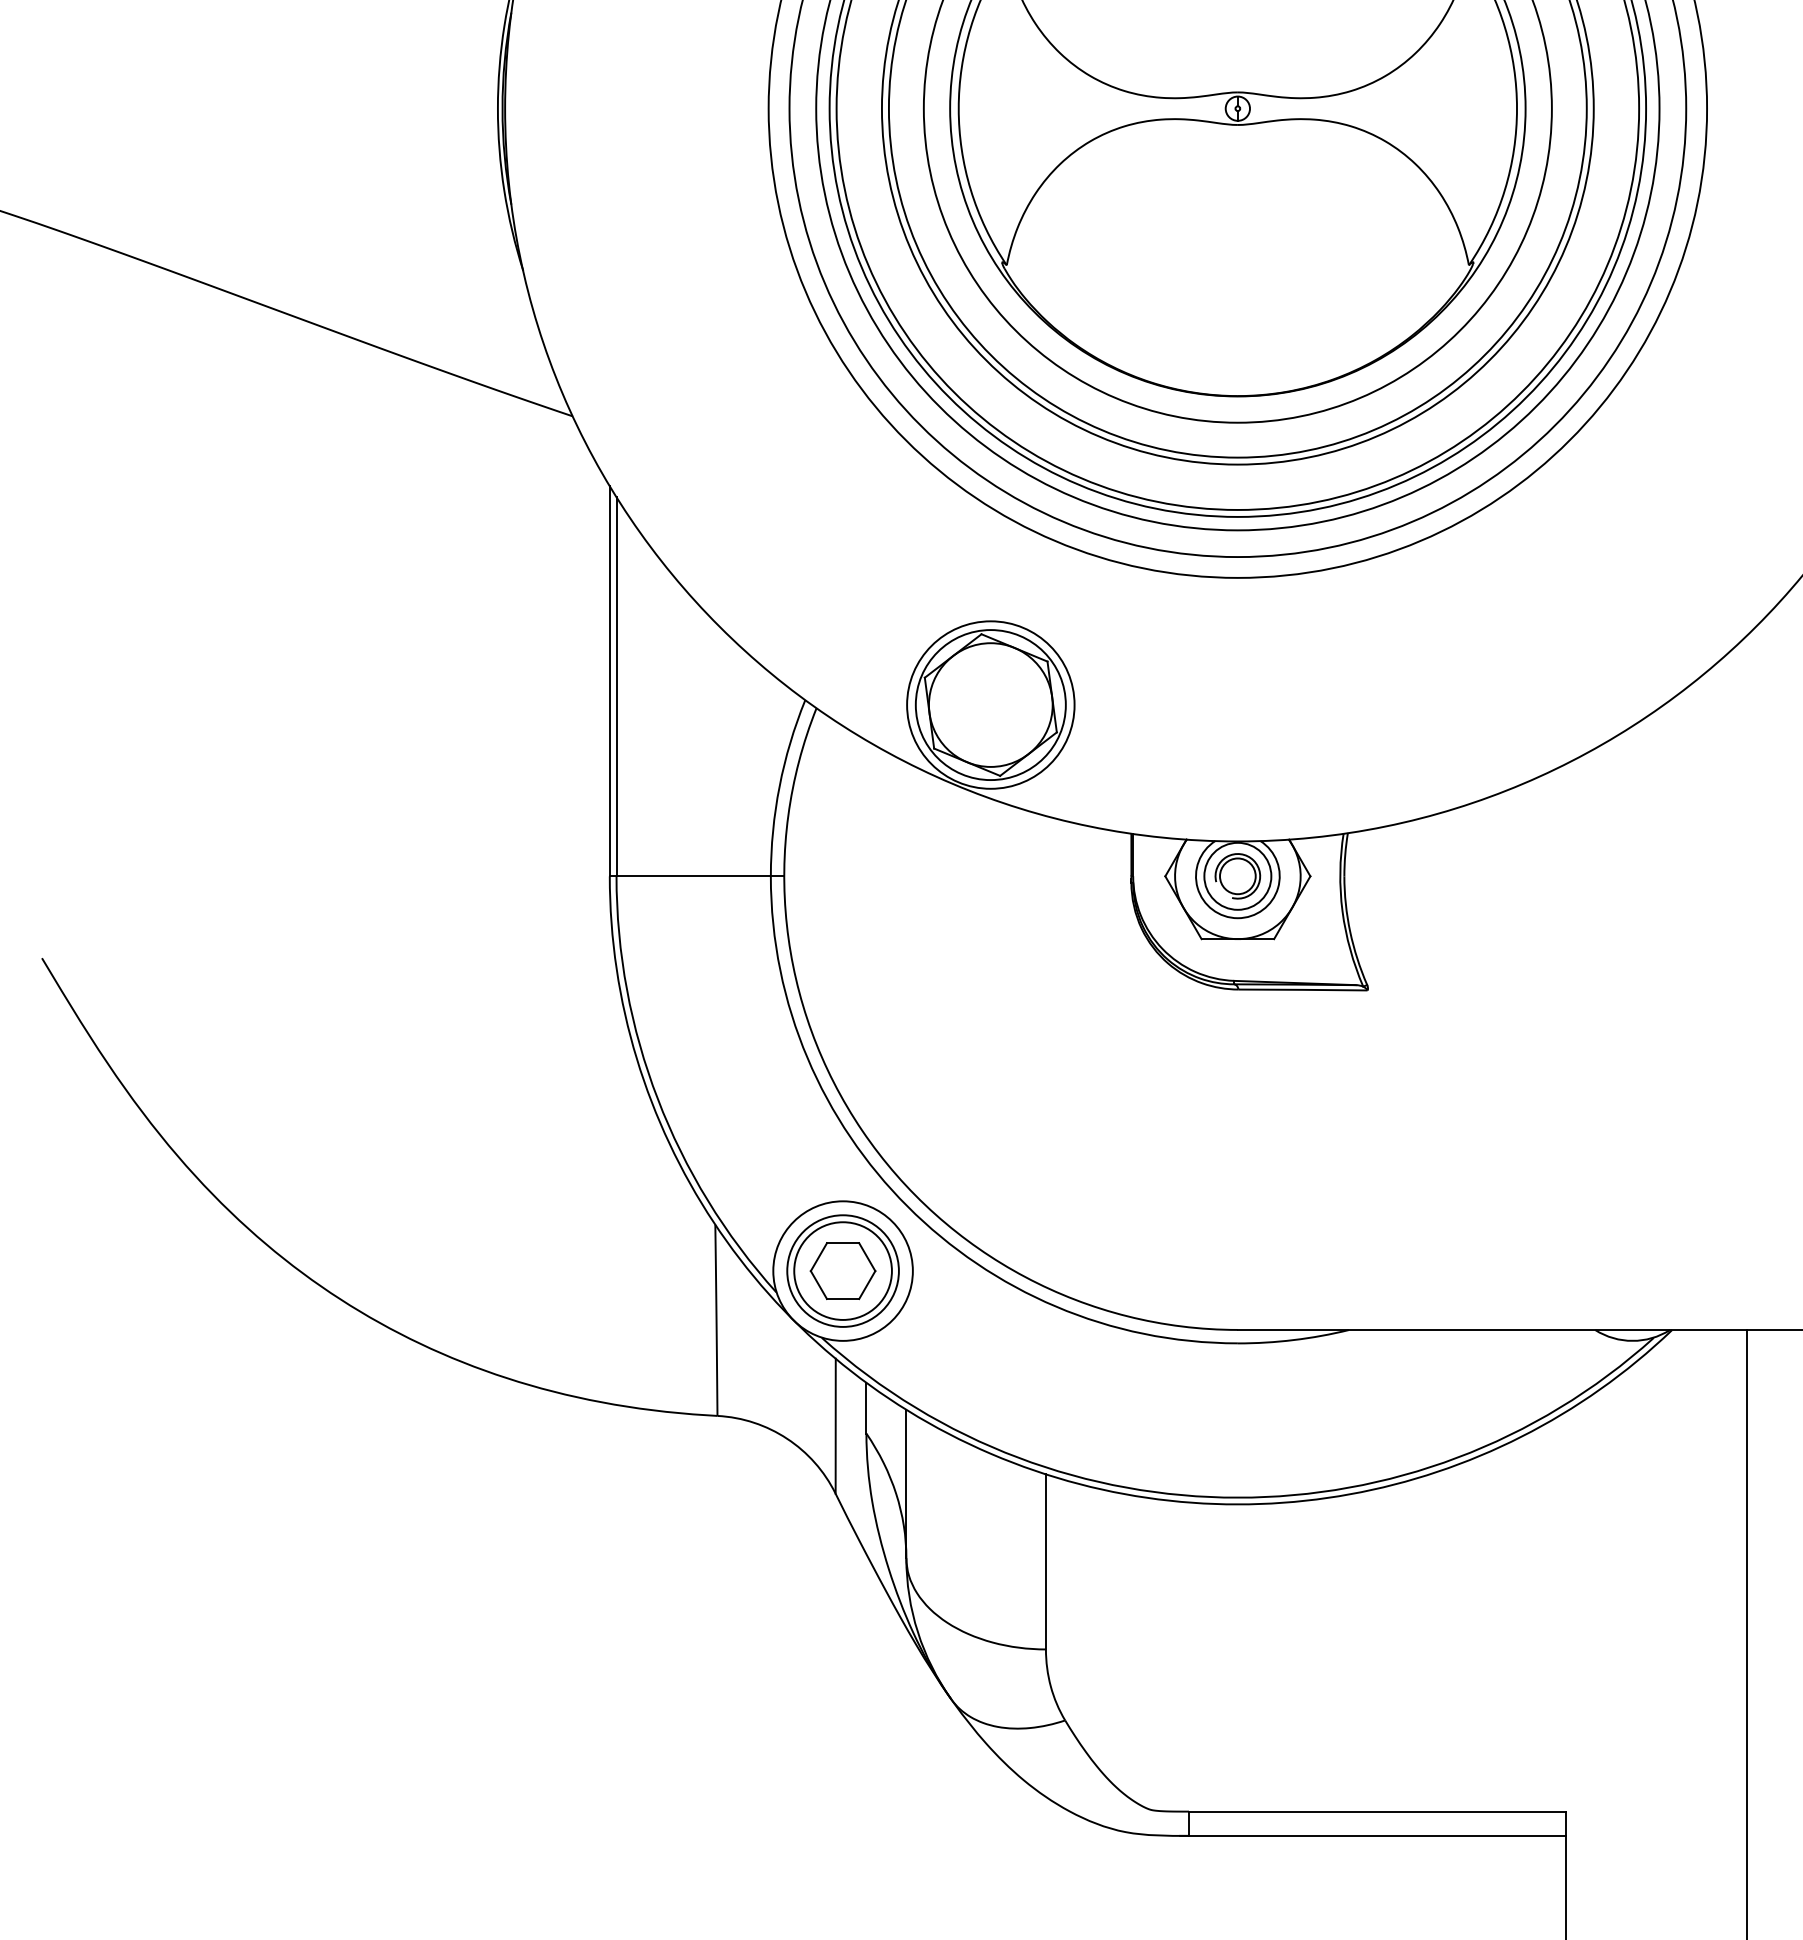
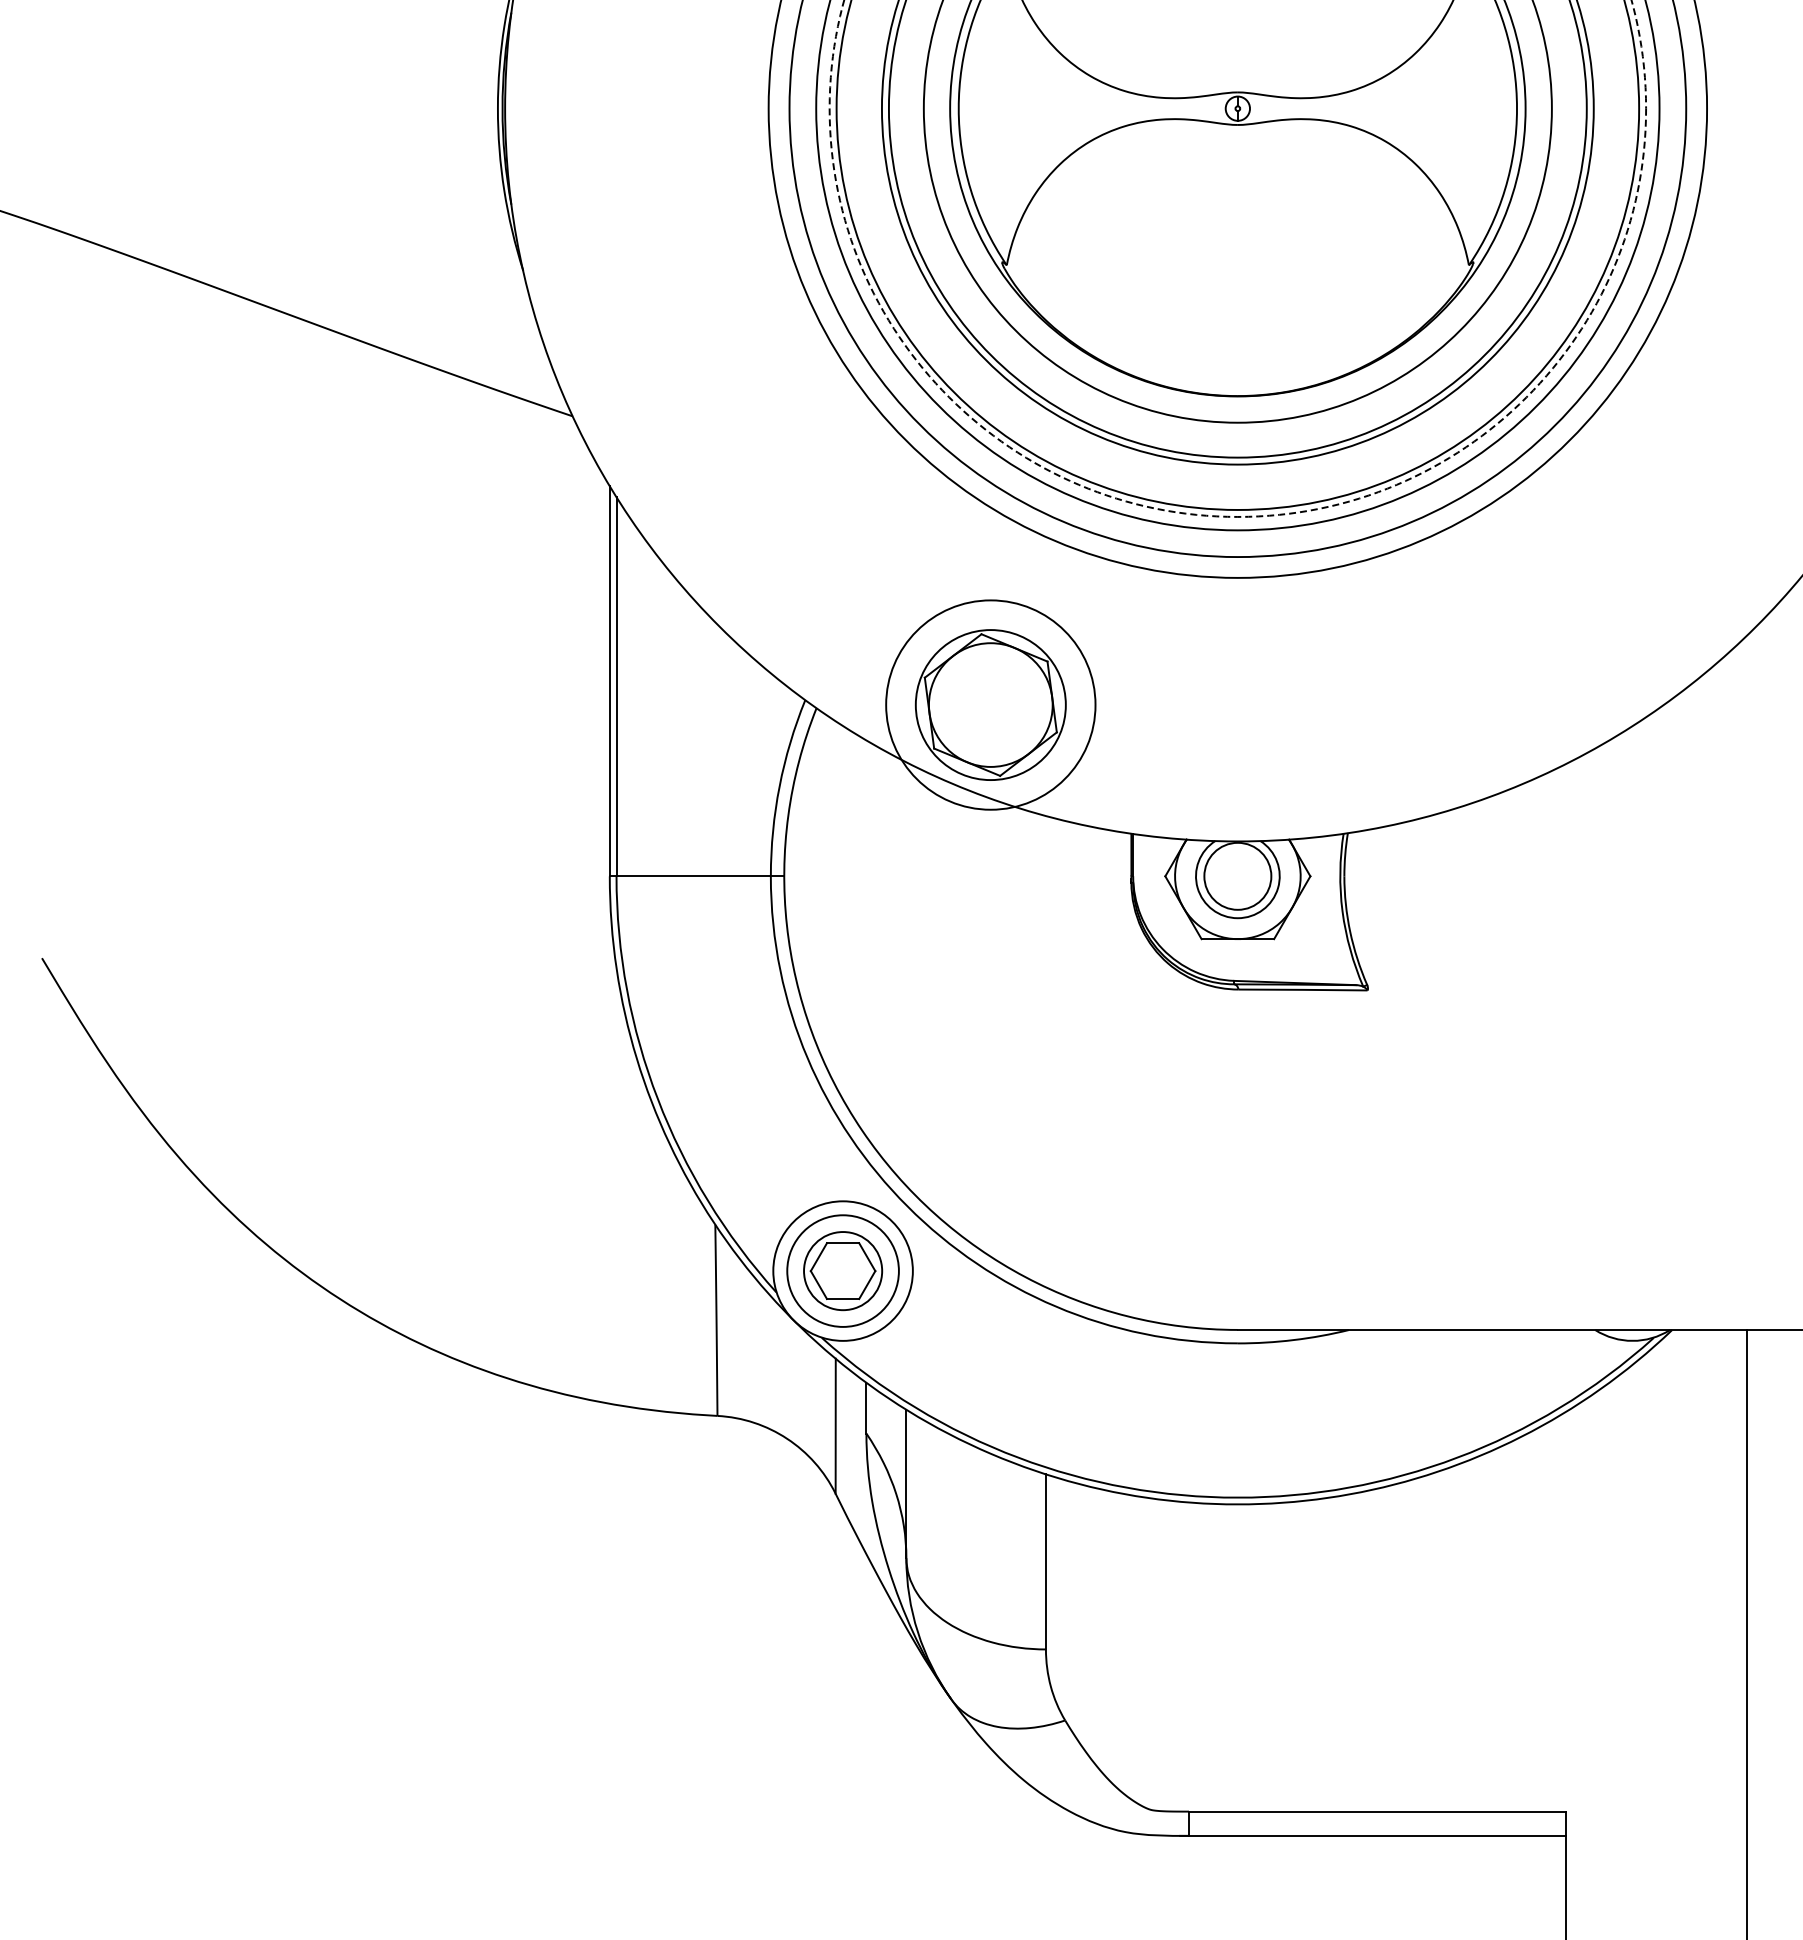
circle at (1237, 258): solid -> dashed
circle at (990, 704) diameter: 167 px -> 209 px
part at (1237, 876): present -> none
circle at (842, 1270) diameter: 98 px -> 78 px
